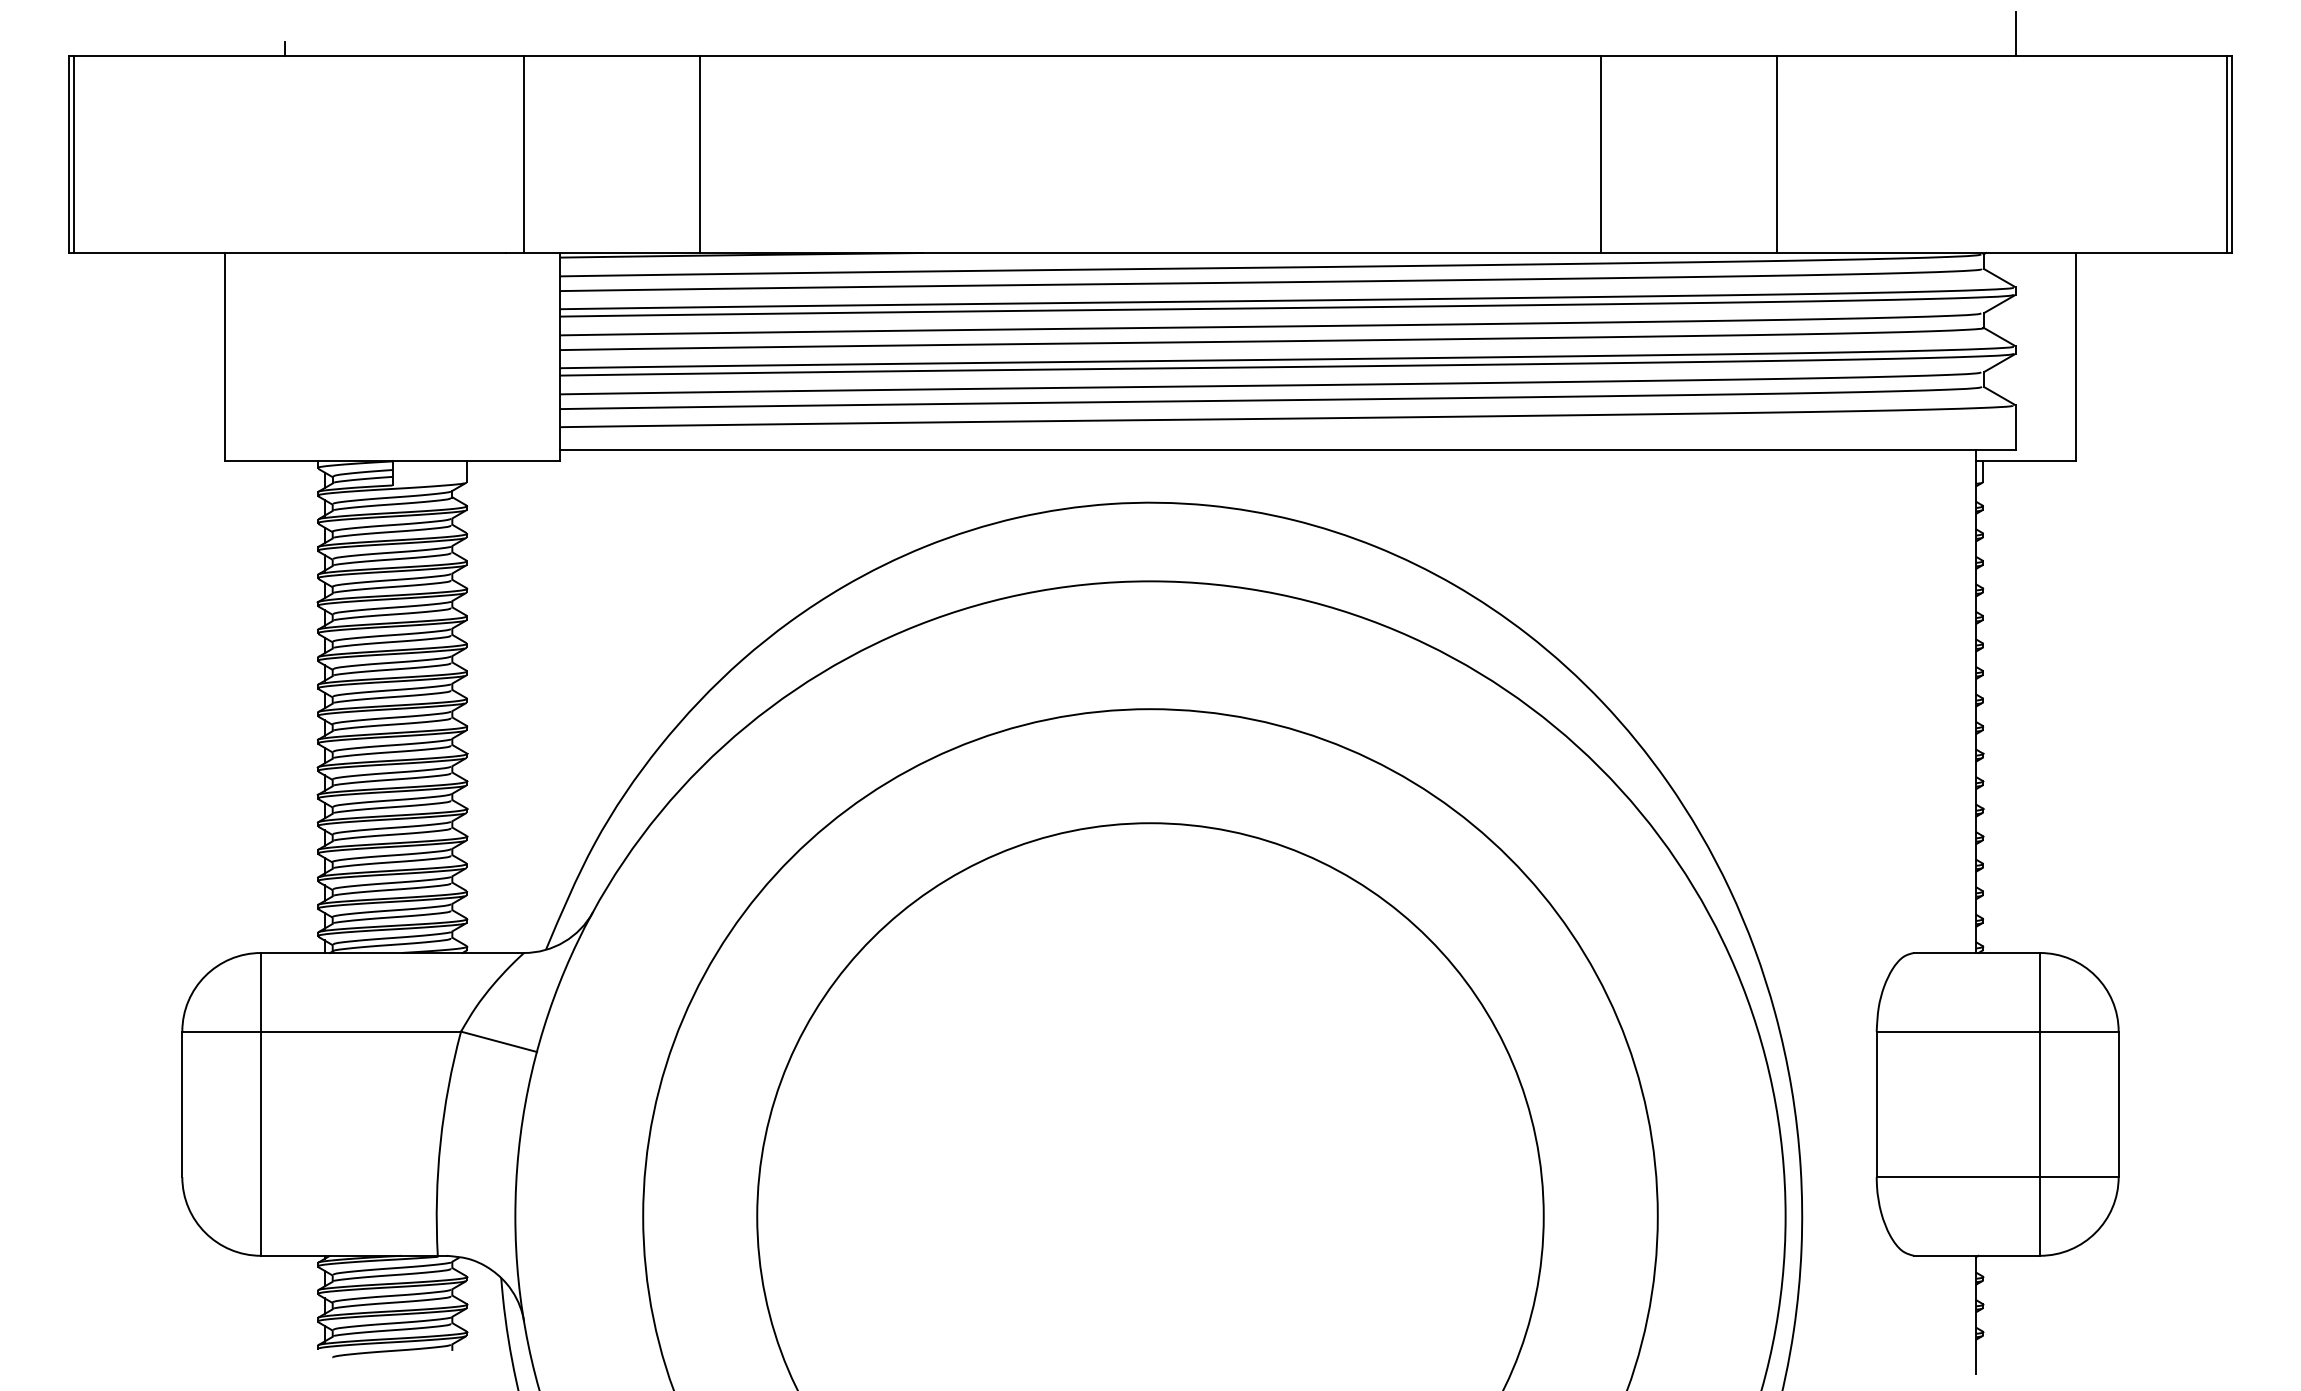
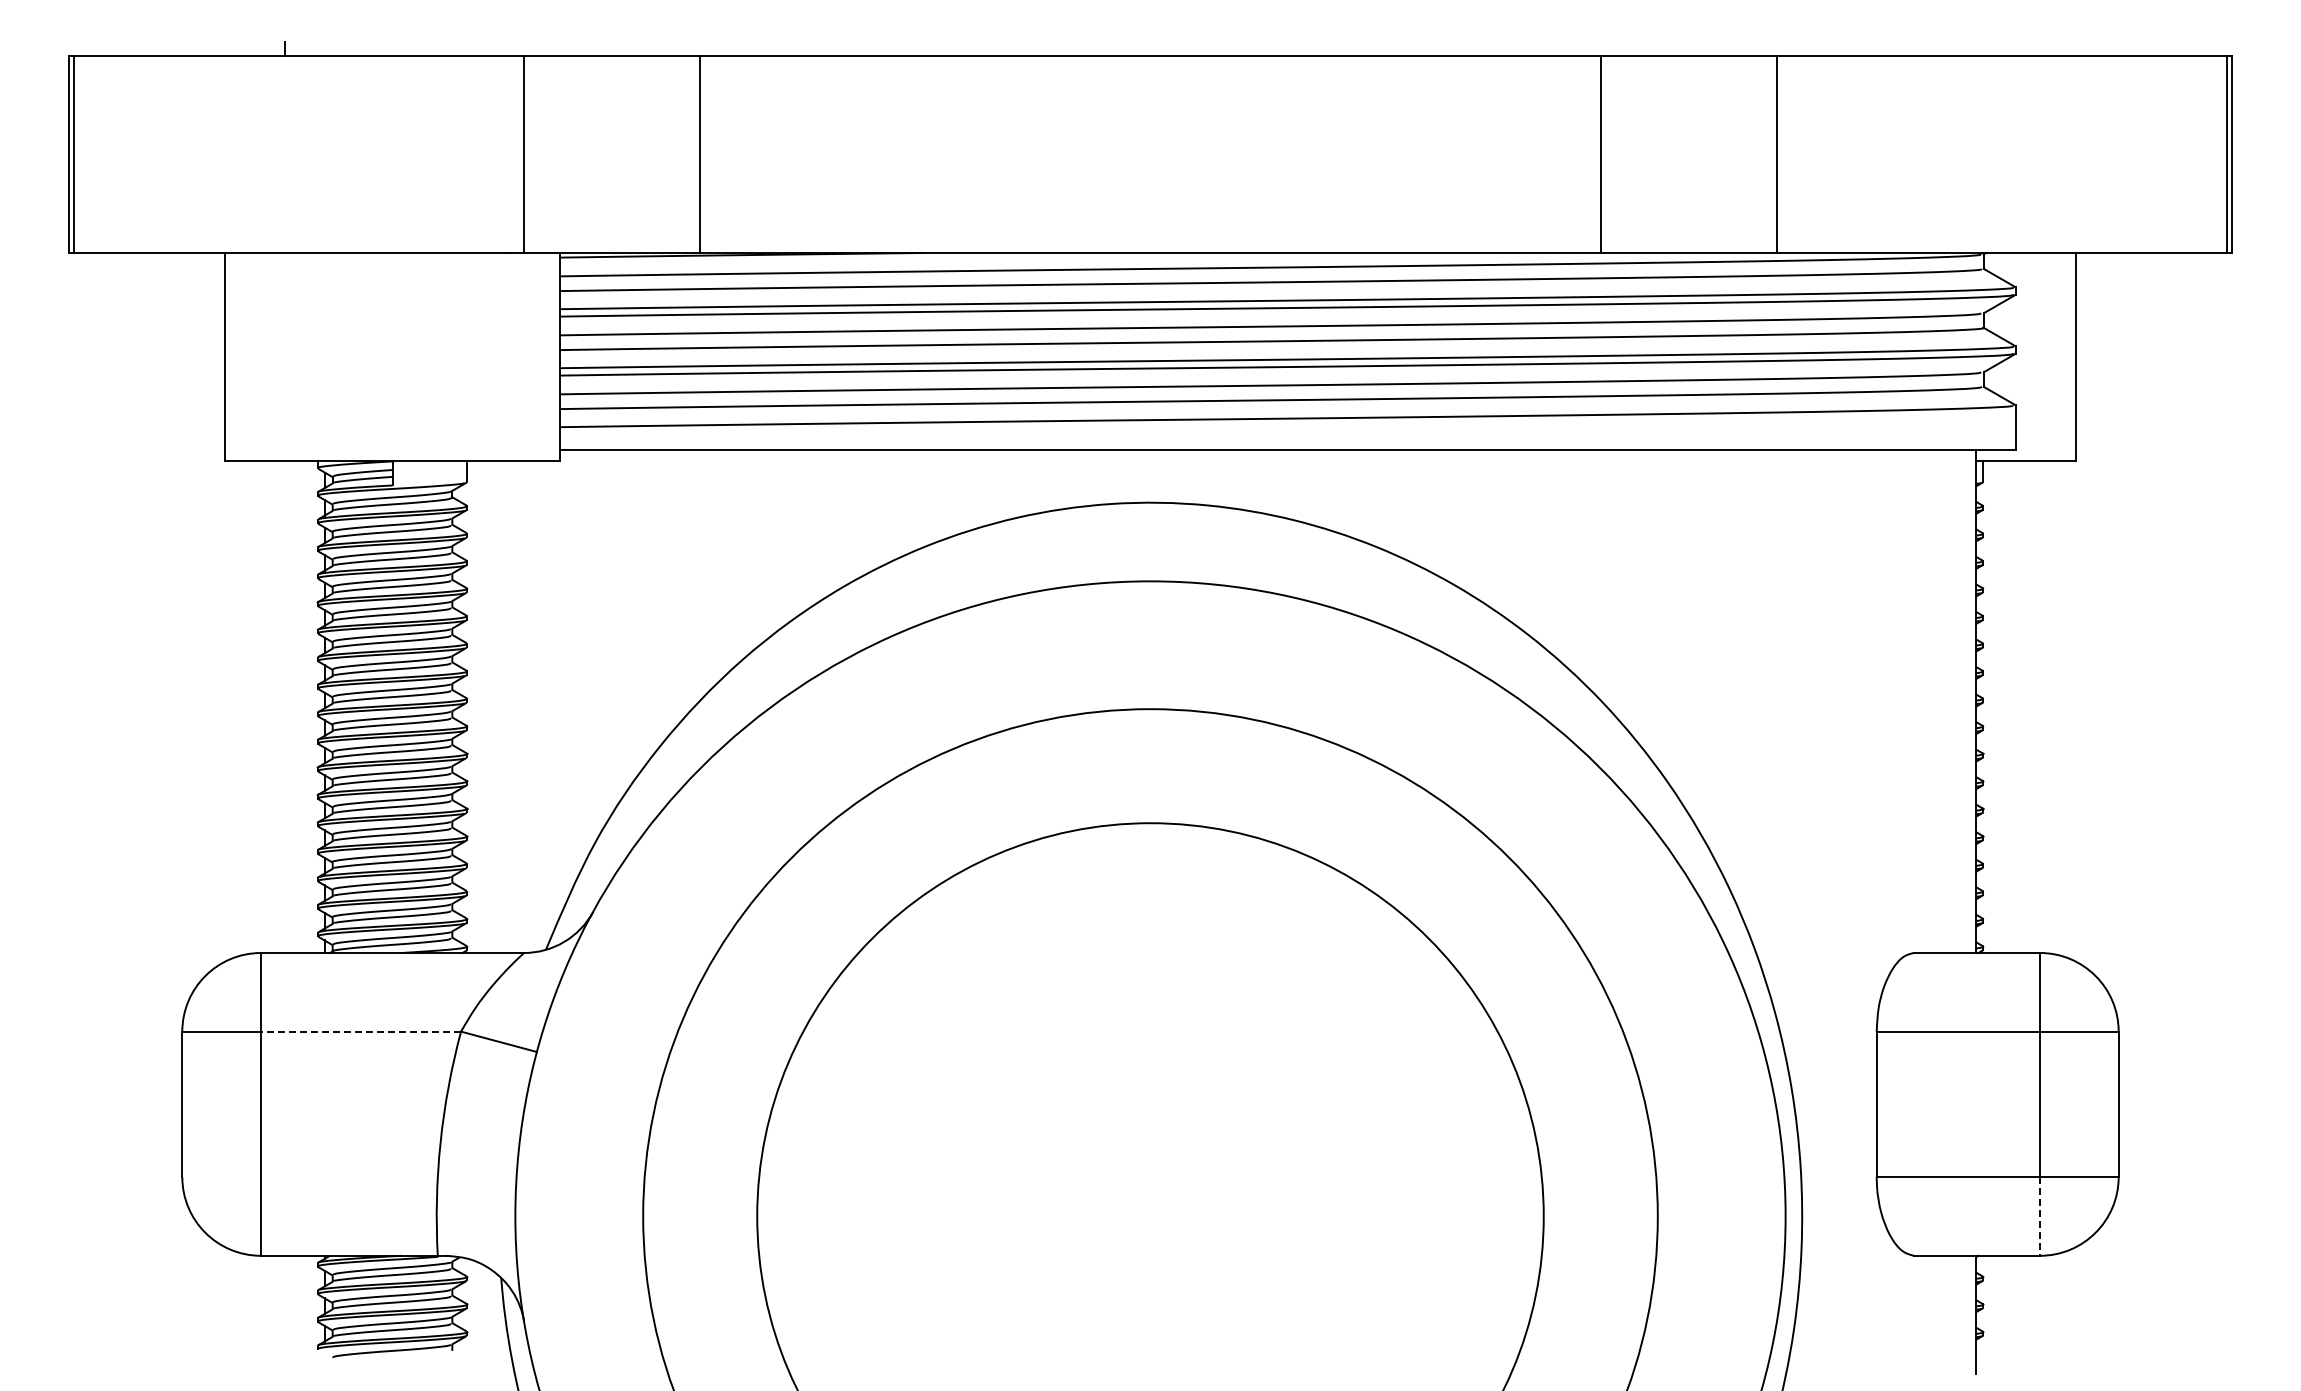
line at (2015, 34): present -> none
line at (360, 1031): solid -> dashed
line at (2040, 1216): solid -> dashed
